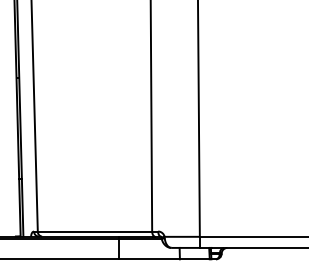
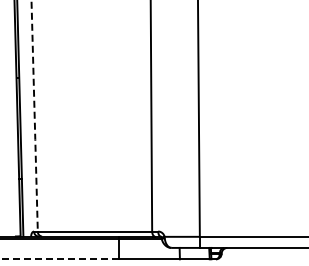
line at (34, 116): solid -> dashed
line at (59, 259): solid -> dashed
